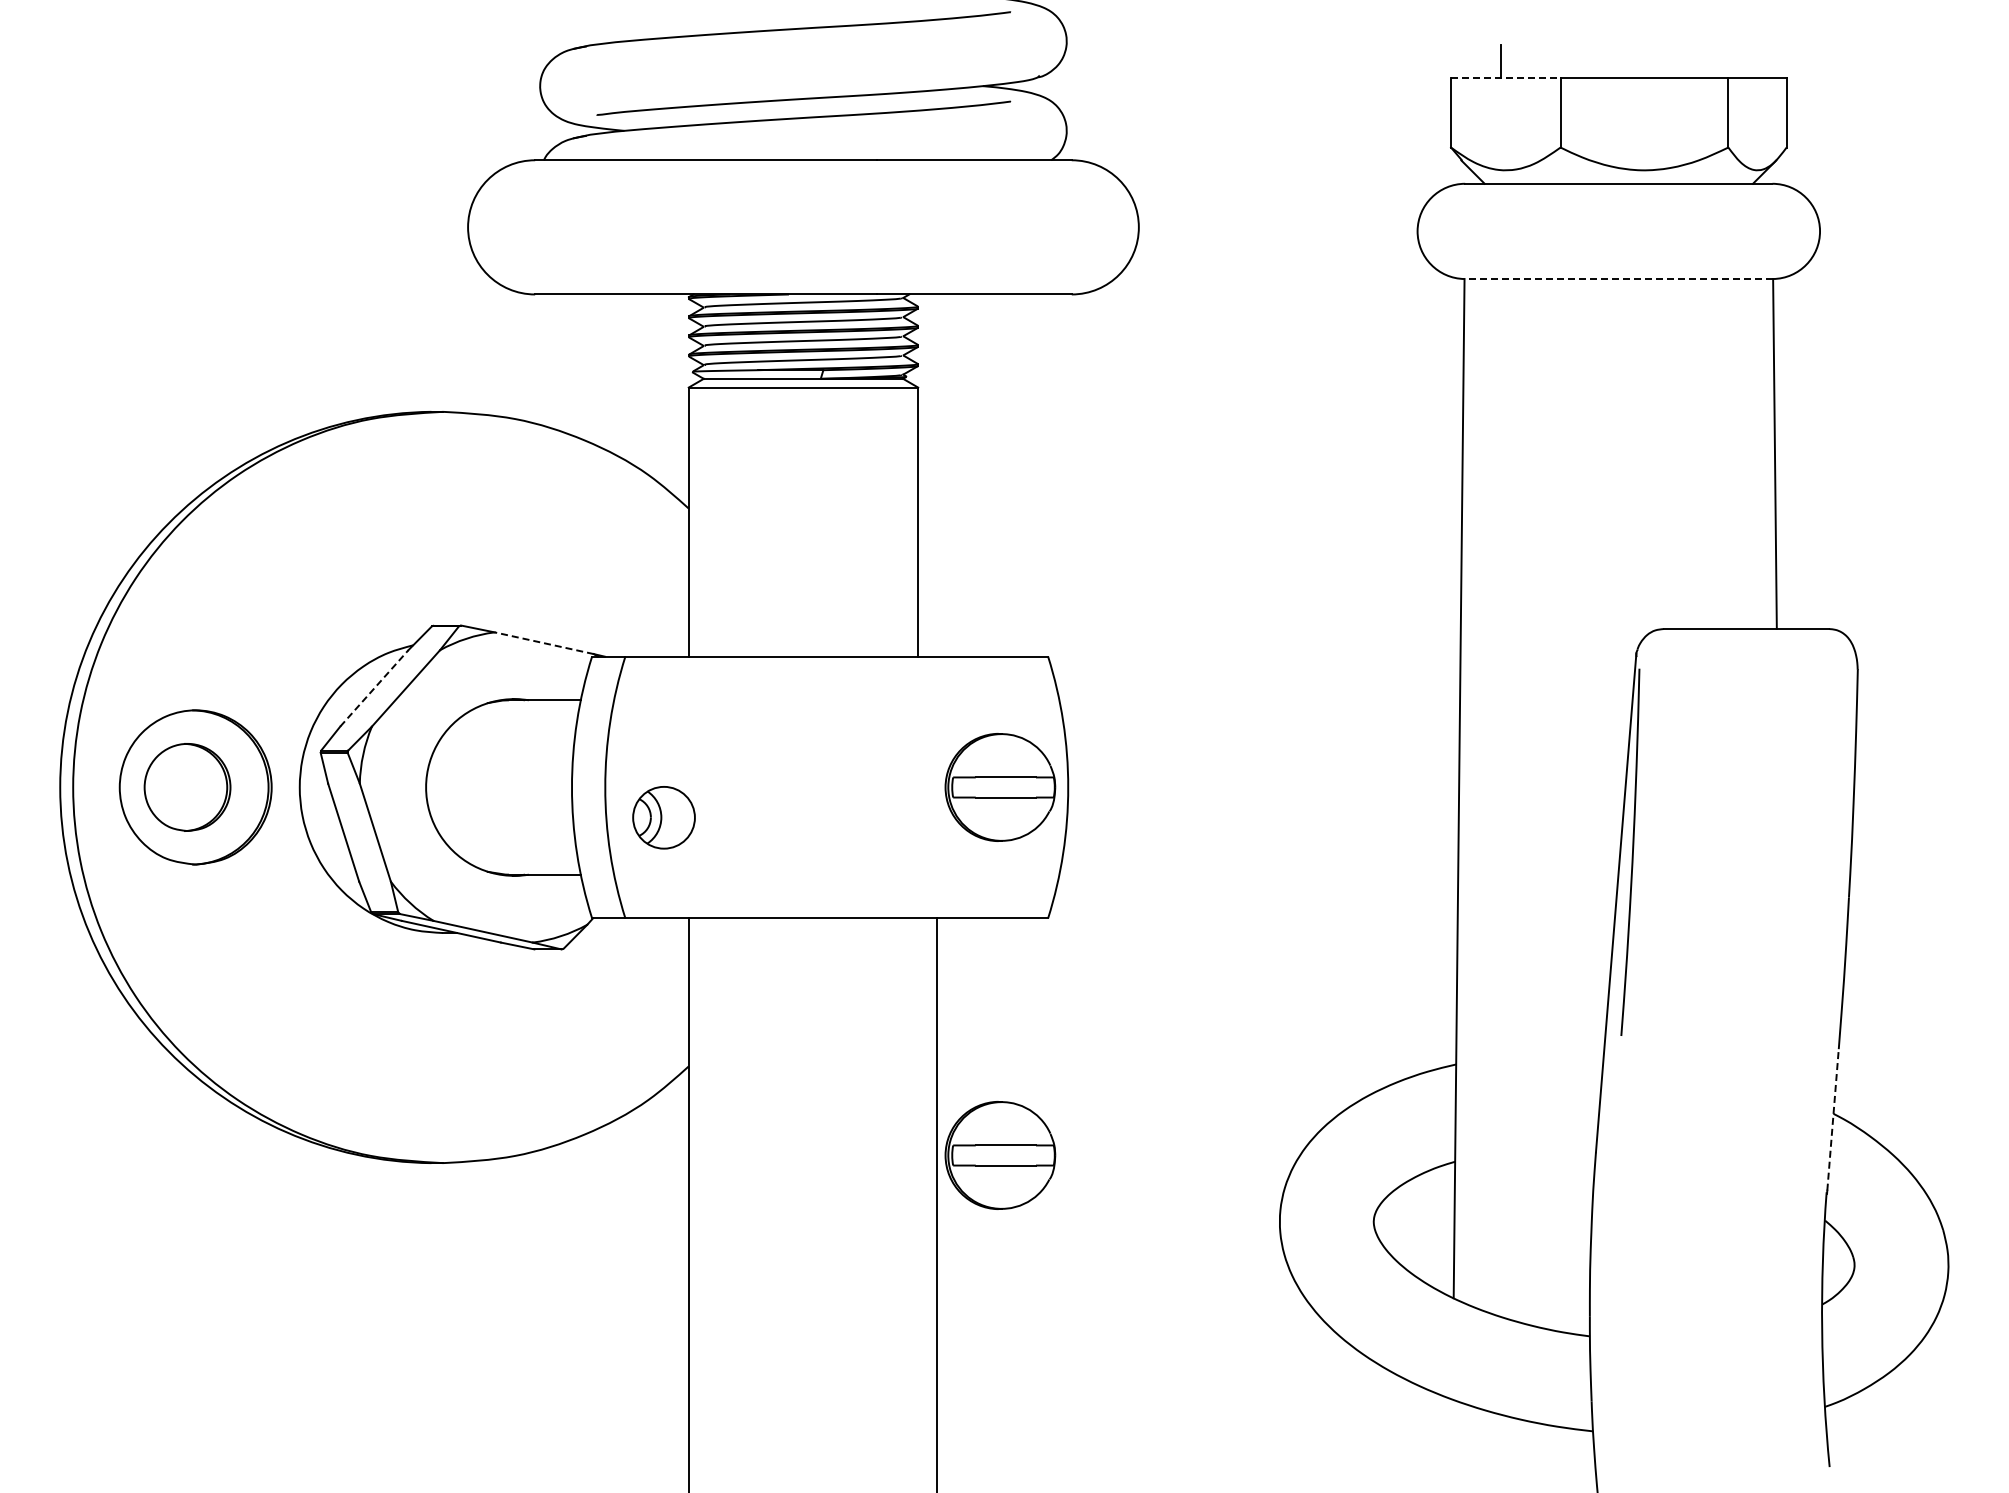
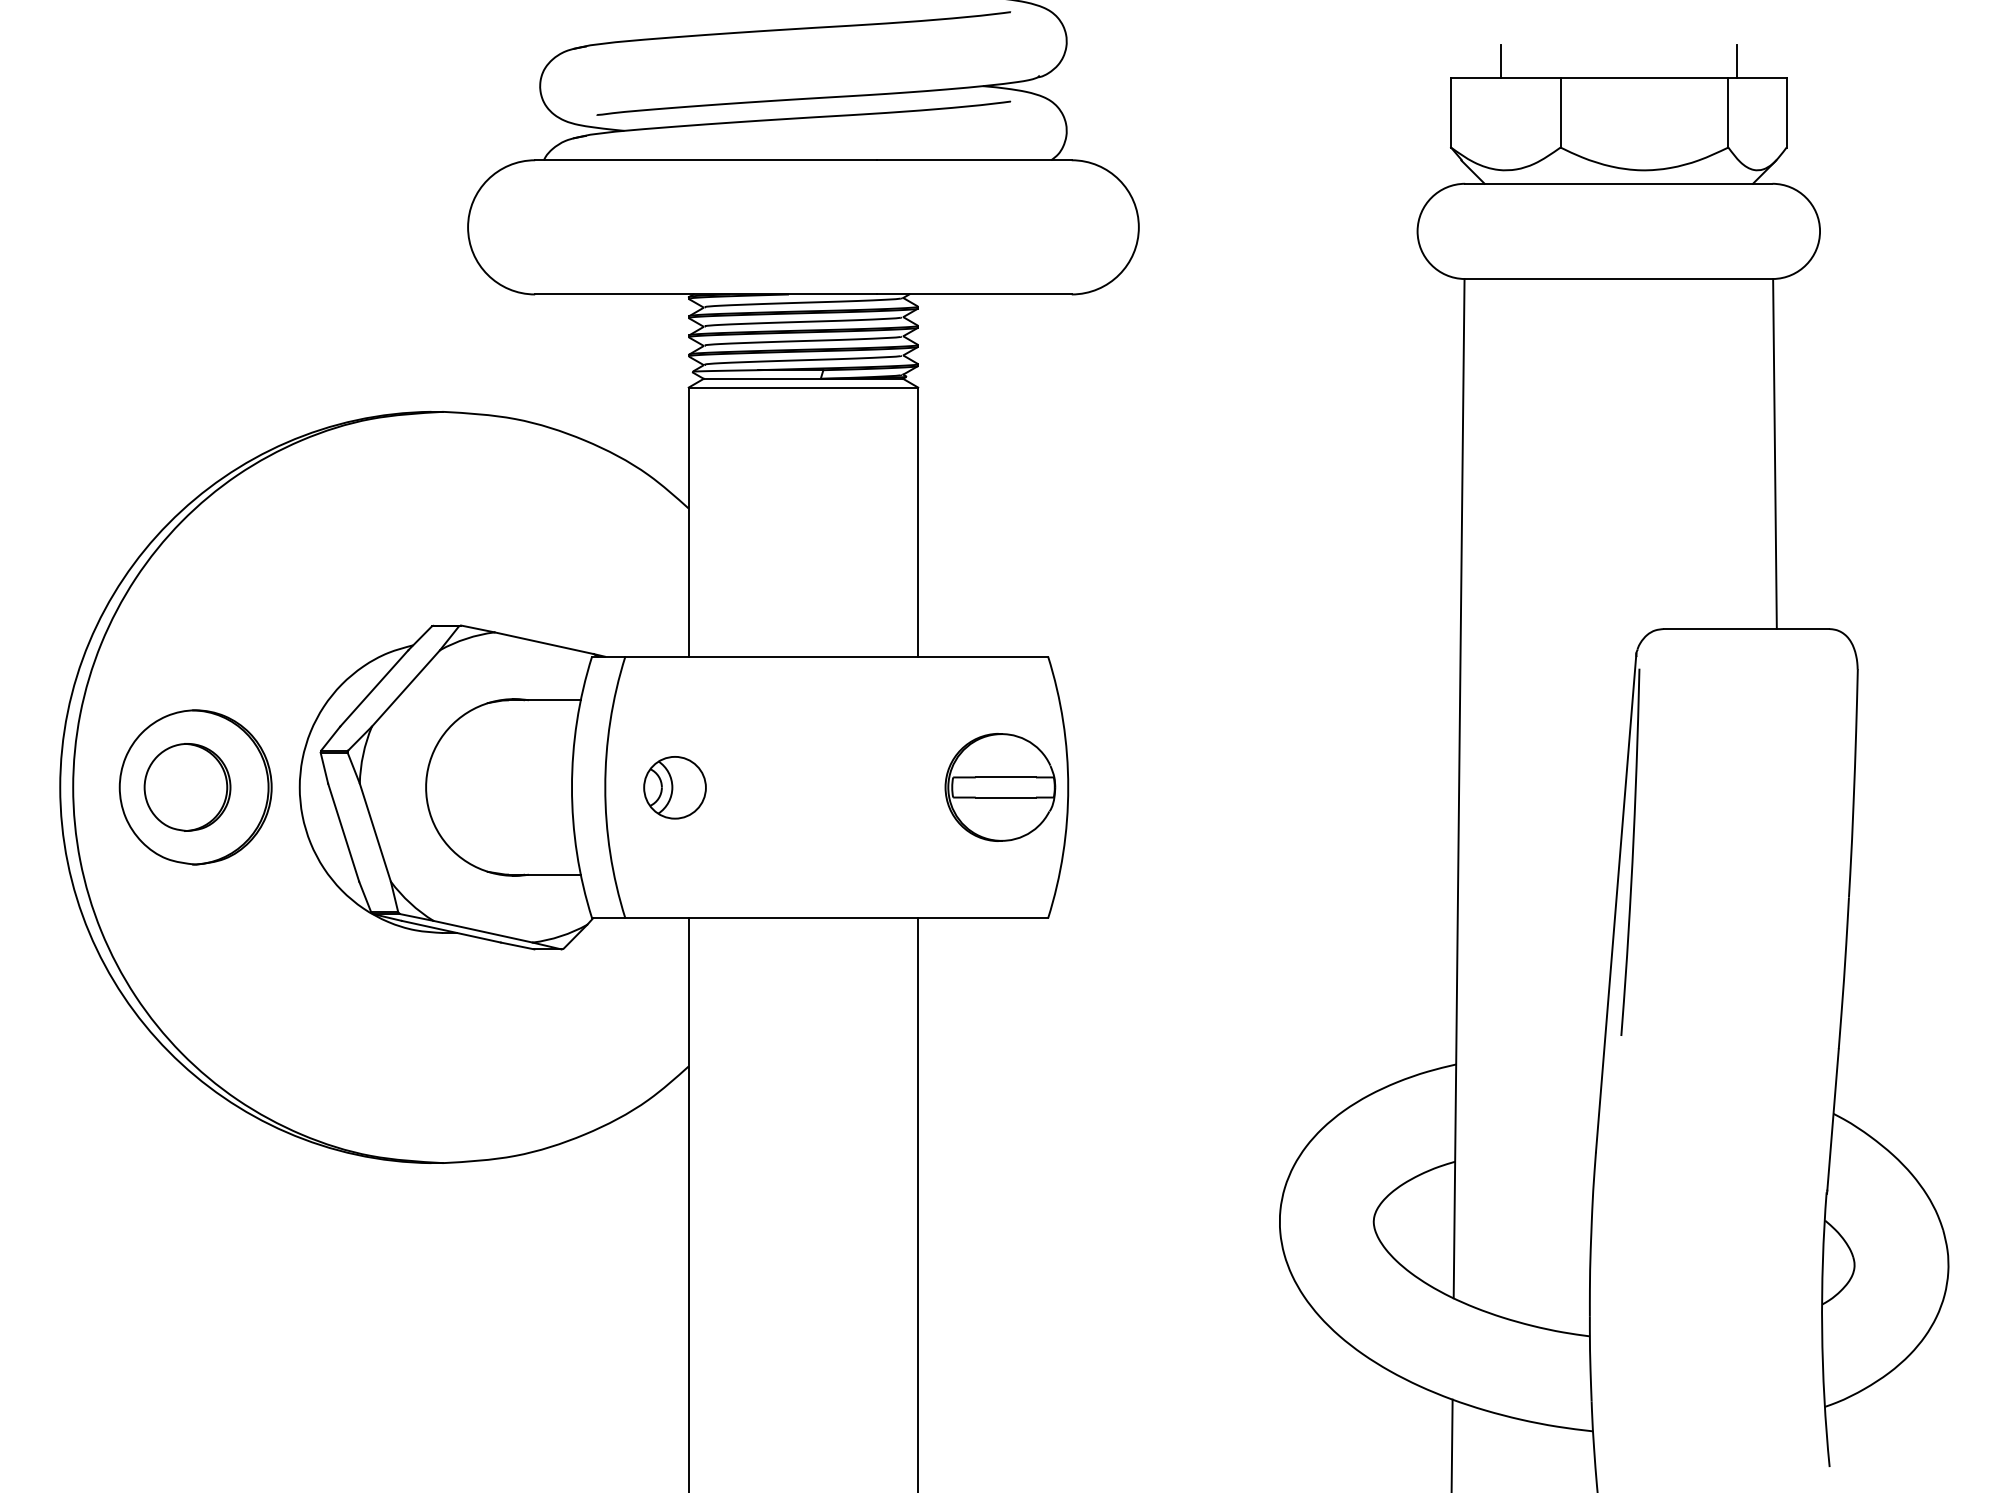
line at (1736, 61): none -> present
line at (1505, 78): dashed -> solid
line at (1618, 279): dashed -> solid
line at (544, 643): dashed -> solid
line at (374, 688): dashed -> solid
part at (663, 817) position: (663, 817) -> (674, 787)
line at (1833, 1119): dashed -> solid
part at (1000, 1155): present -> none
line at (937, 1203) position: (937, 1203) -> (918, 1203)
line at (1451, 1444): none -> present
